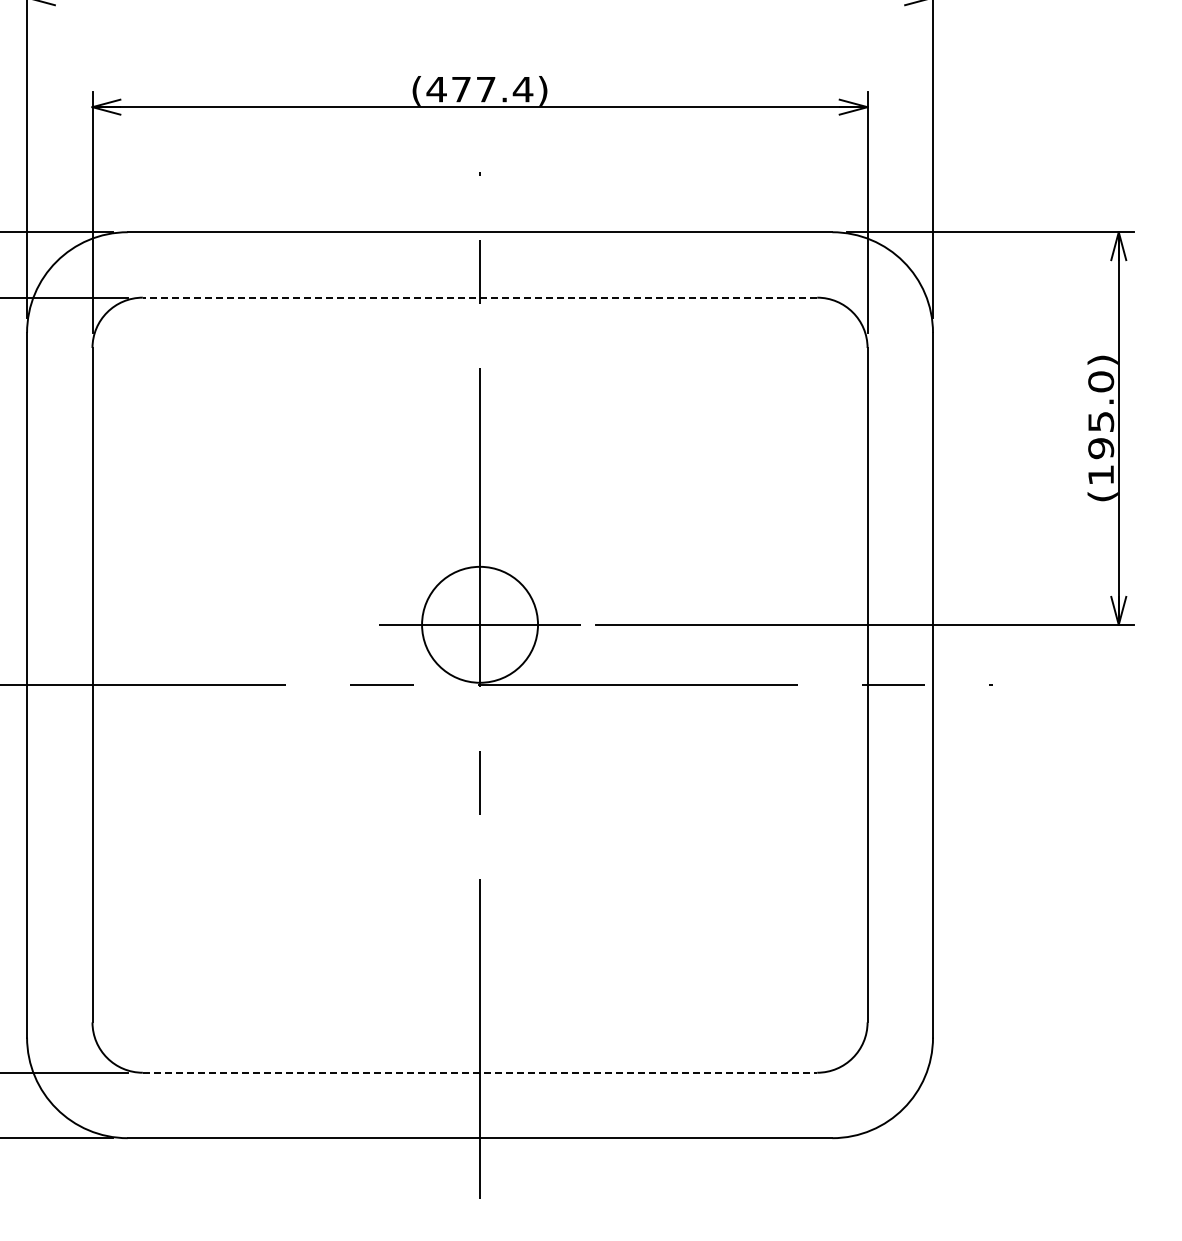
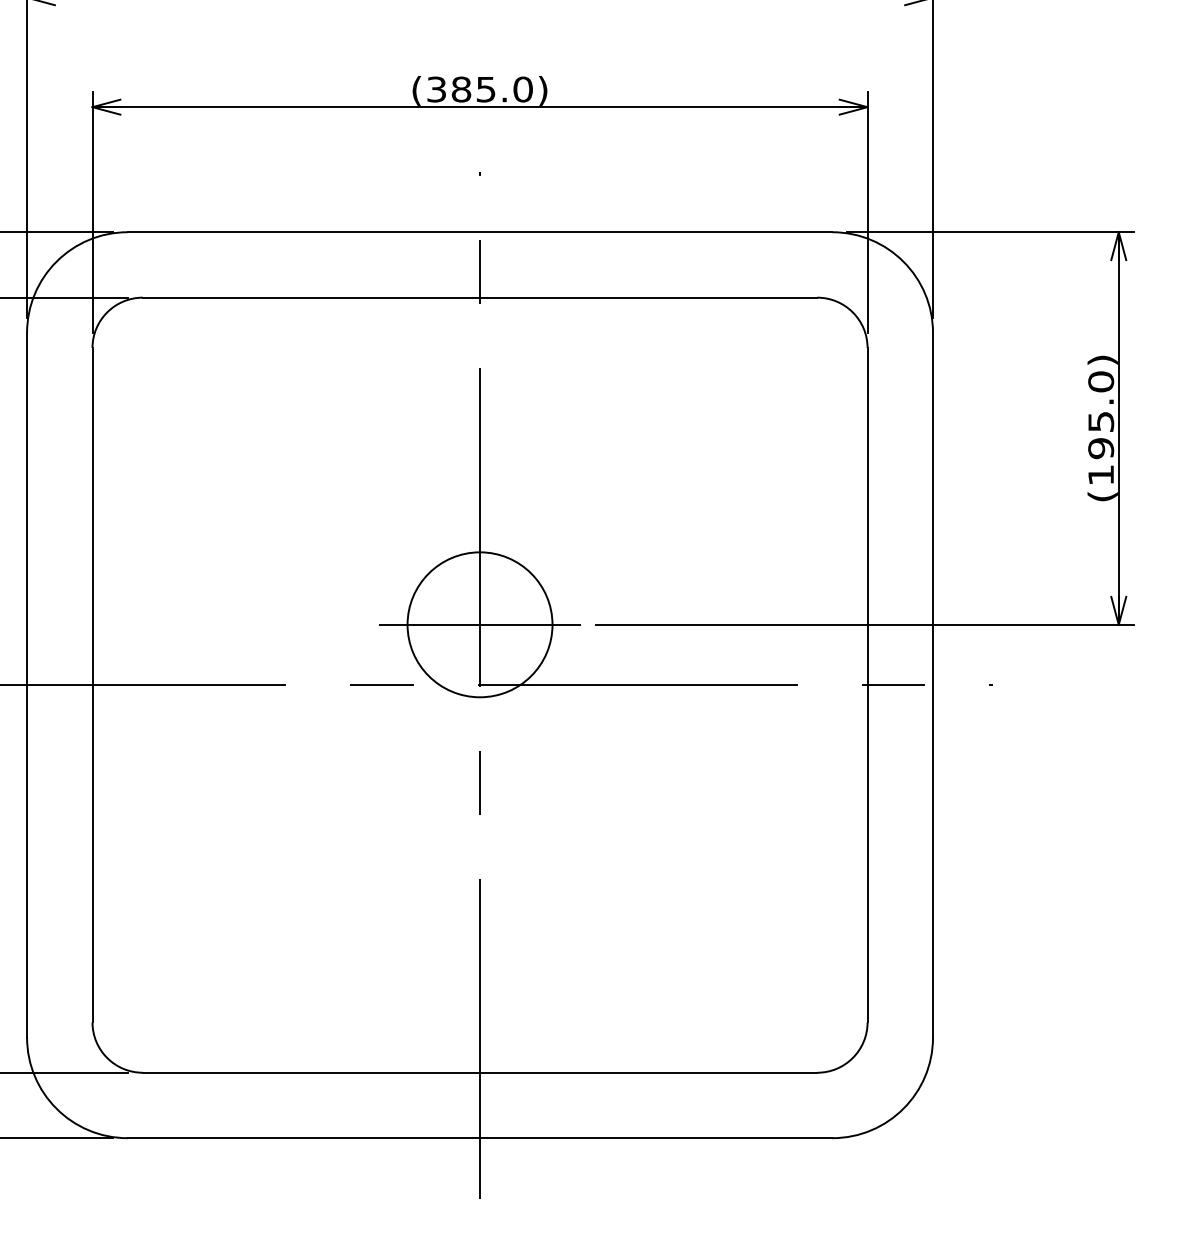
text at (479, 89): (477.4) -> (385.0)
line at (479, 297): dashed -> solid
circle at (480, 624) diameter: 116 px -> 145 px
line at (480, 1072): dashed -> solid
